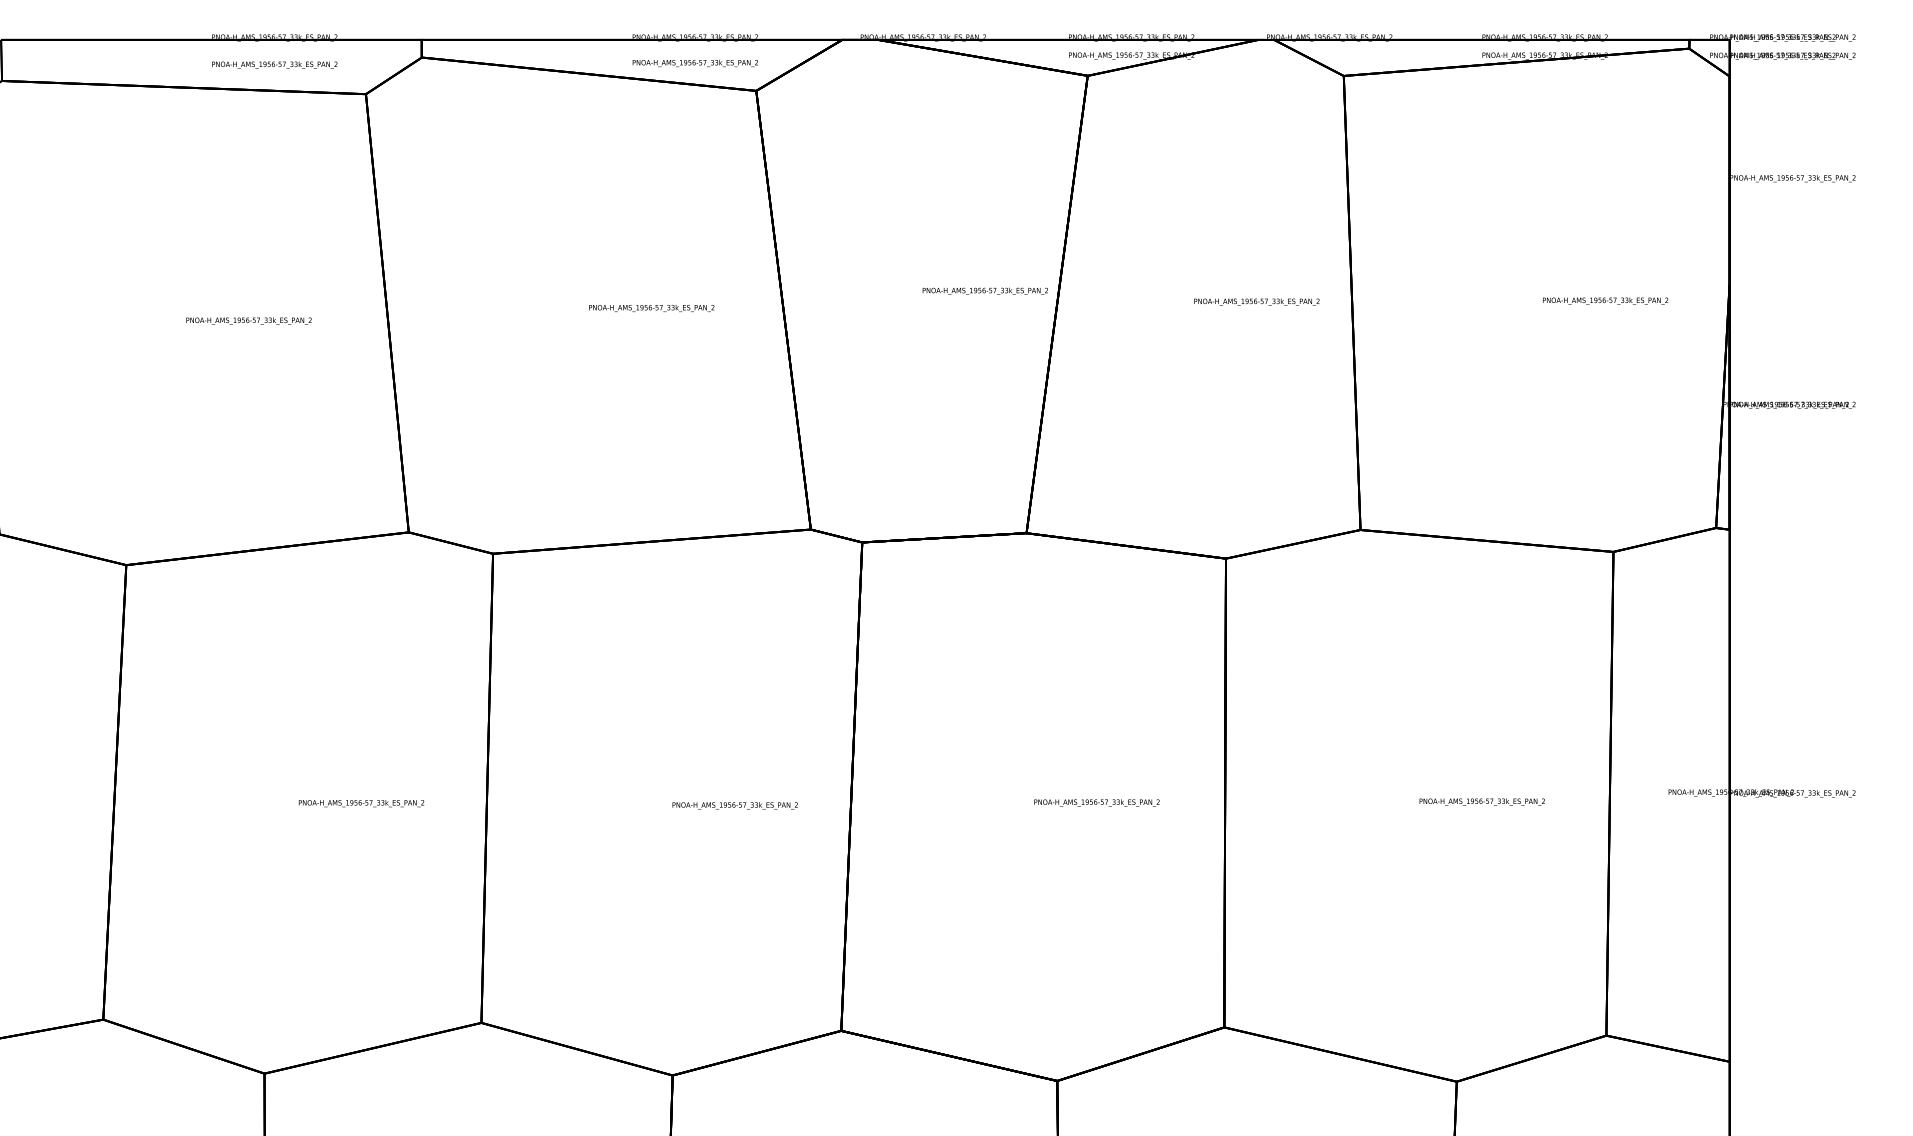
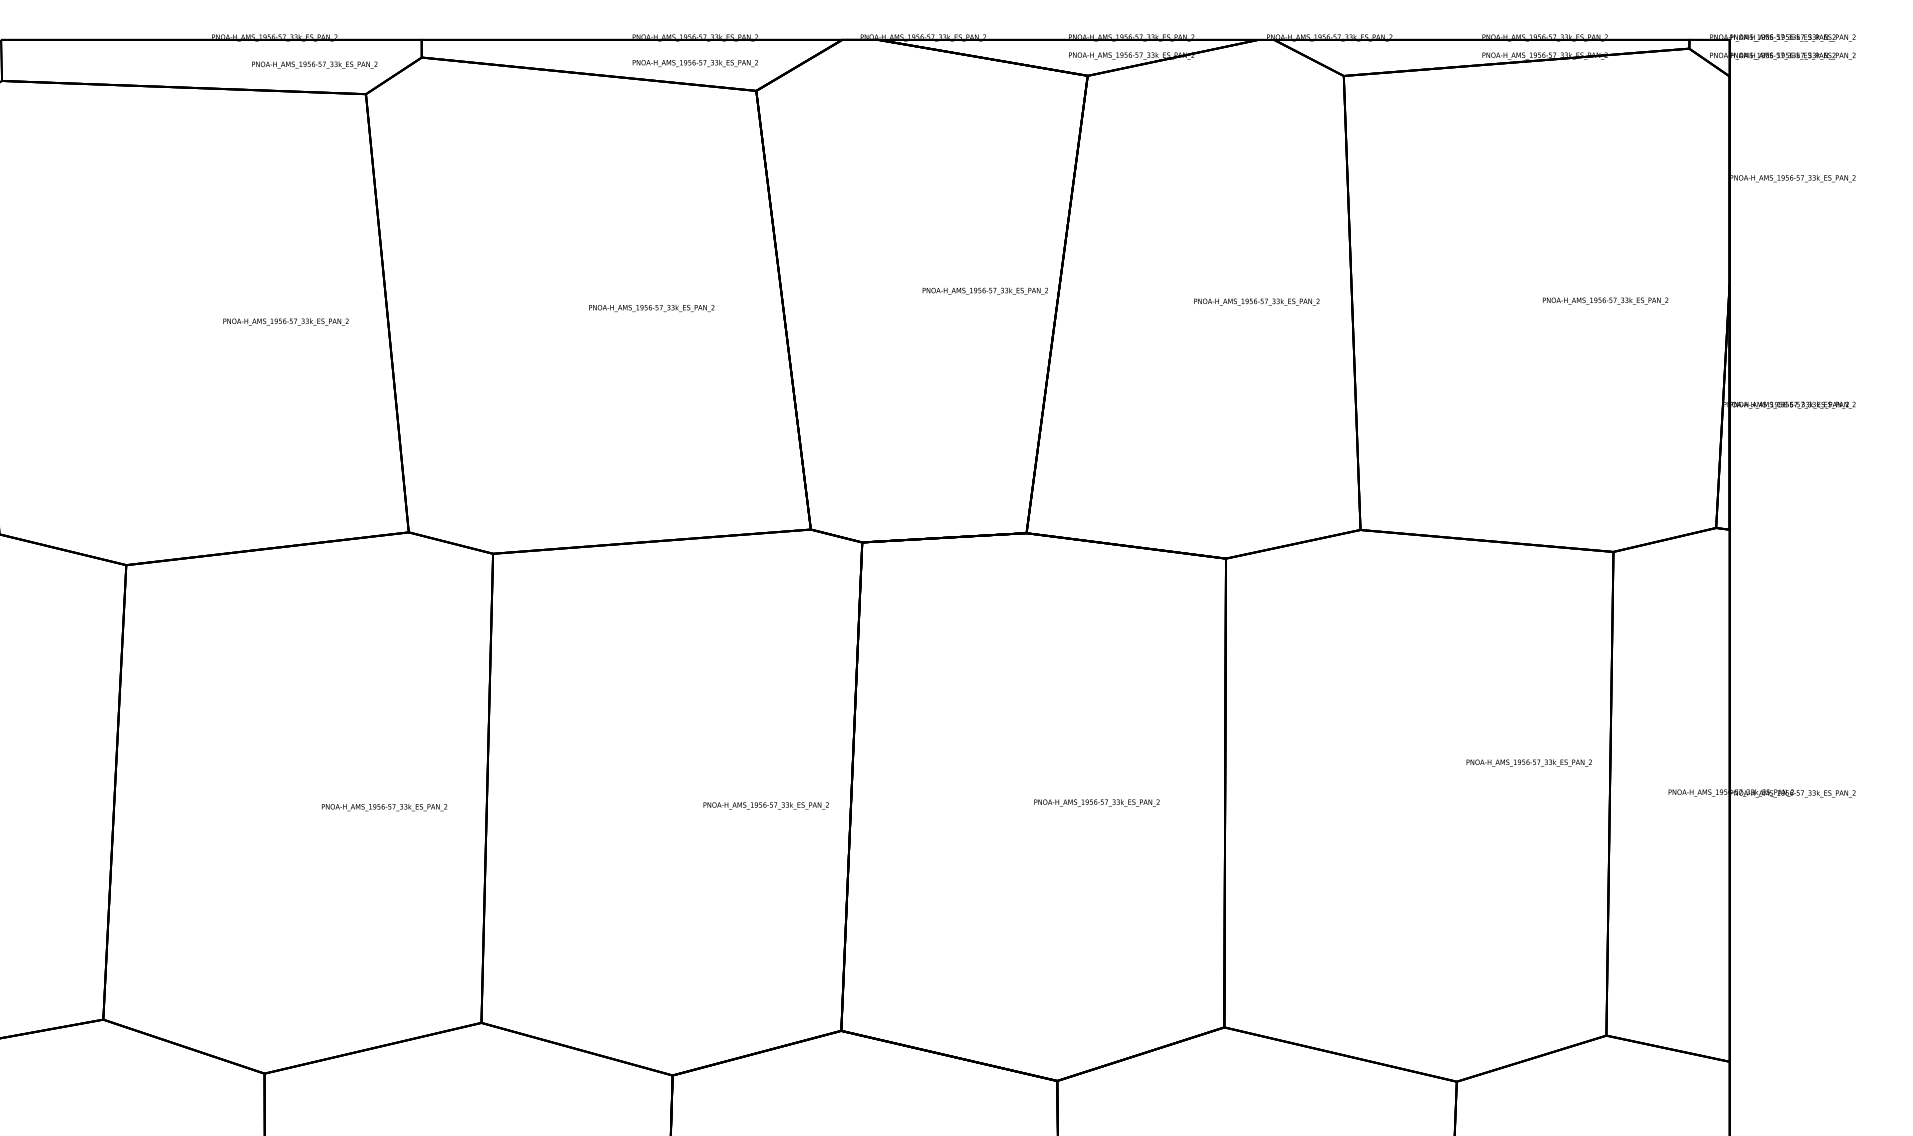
text at (274, 64) position: (274, 64) -> (314, 64)
text at (248, 320) position: (248, 320) -> (285, 321)
text at (1481, 801) position: (1481, 801) -> (1528, 762)
text at (361, 803) position: (361, 803) -> (384, 807)
text at (734, 805) position: (734, 805) -> (765, 805)
